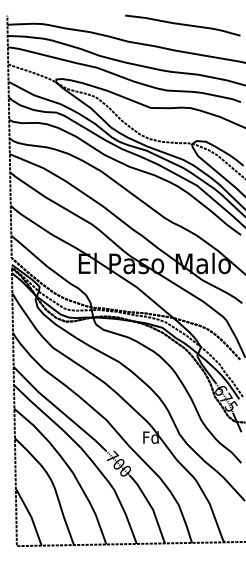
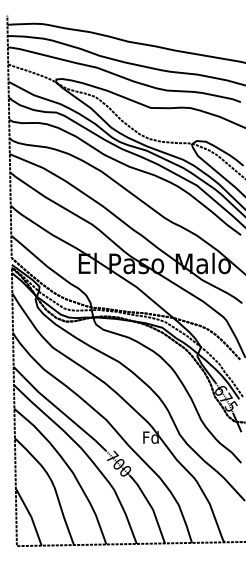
curve at (182, 25): present -> none
